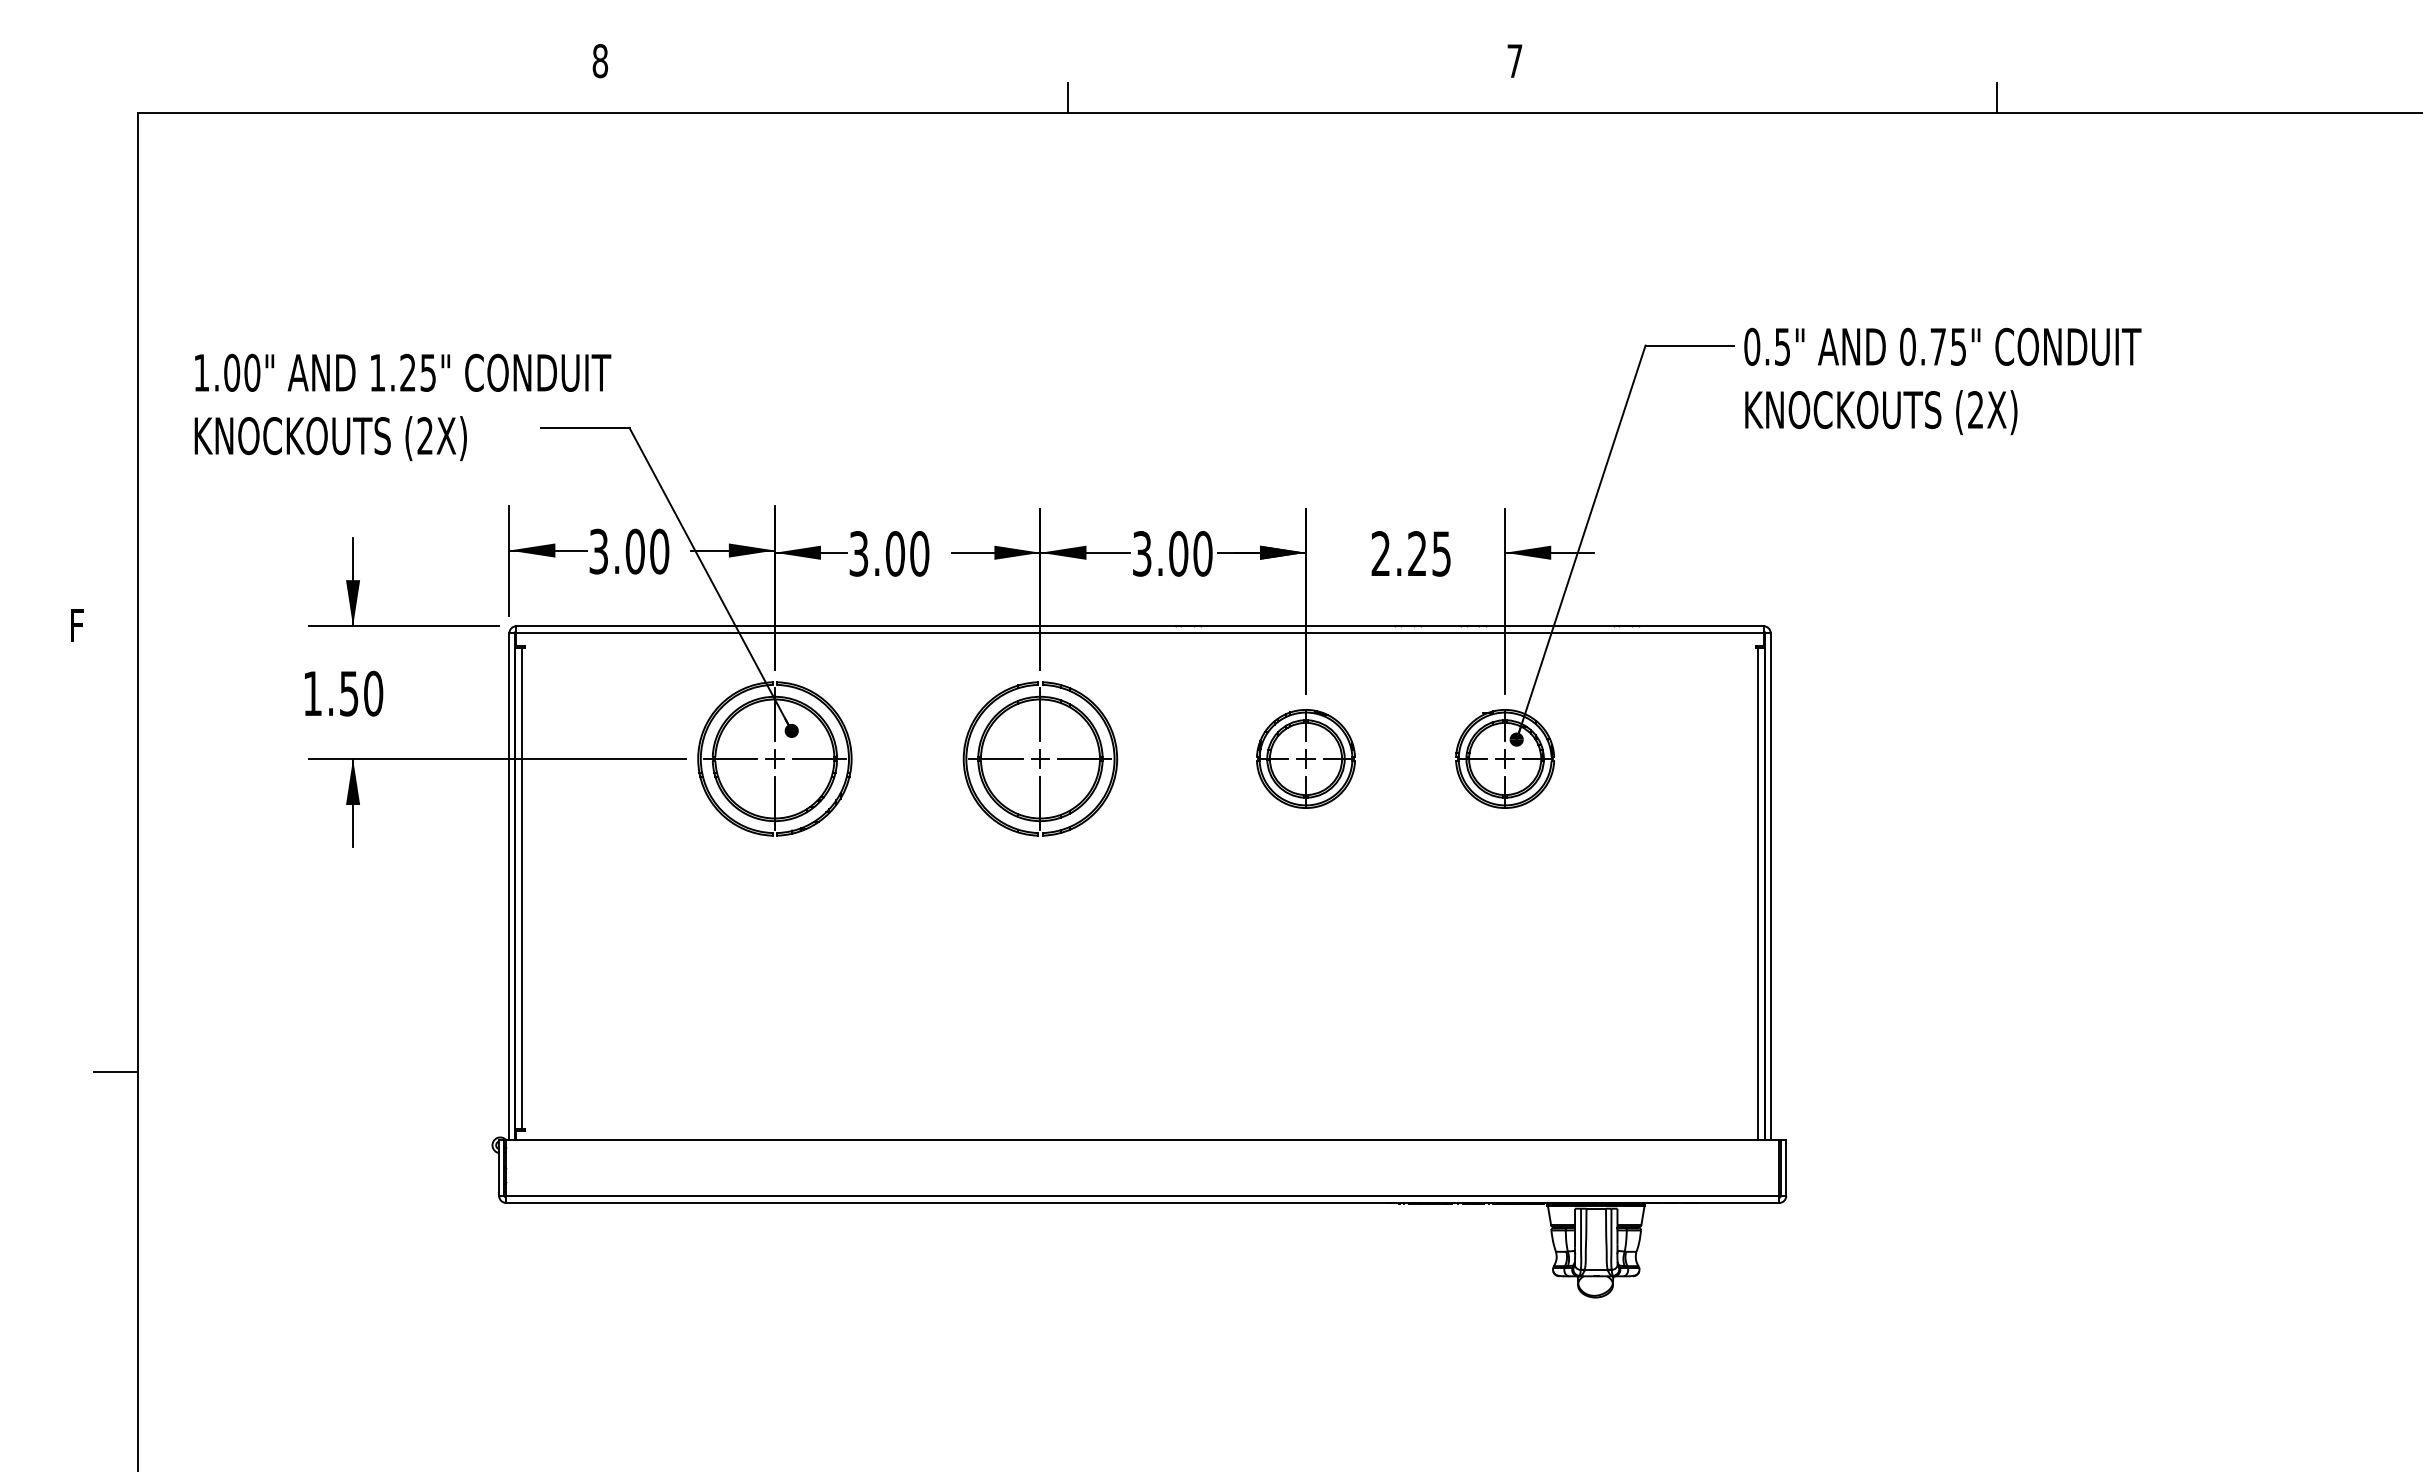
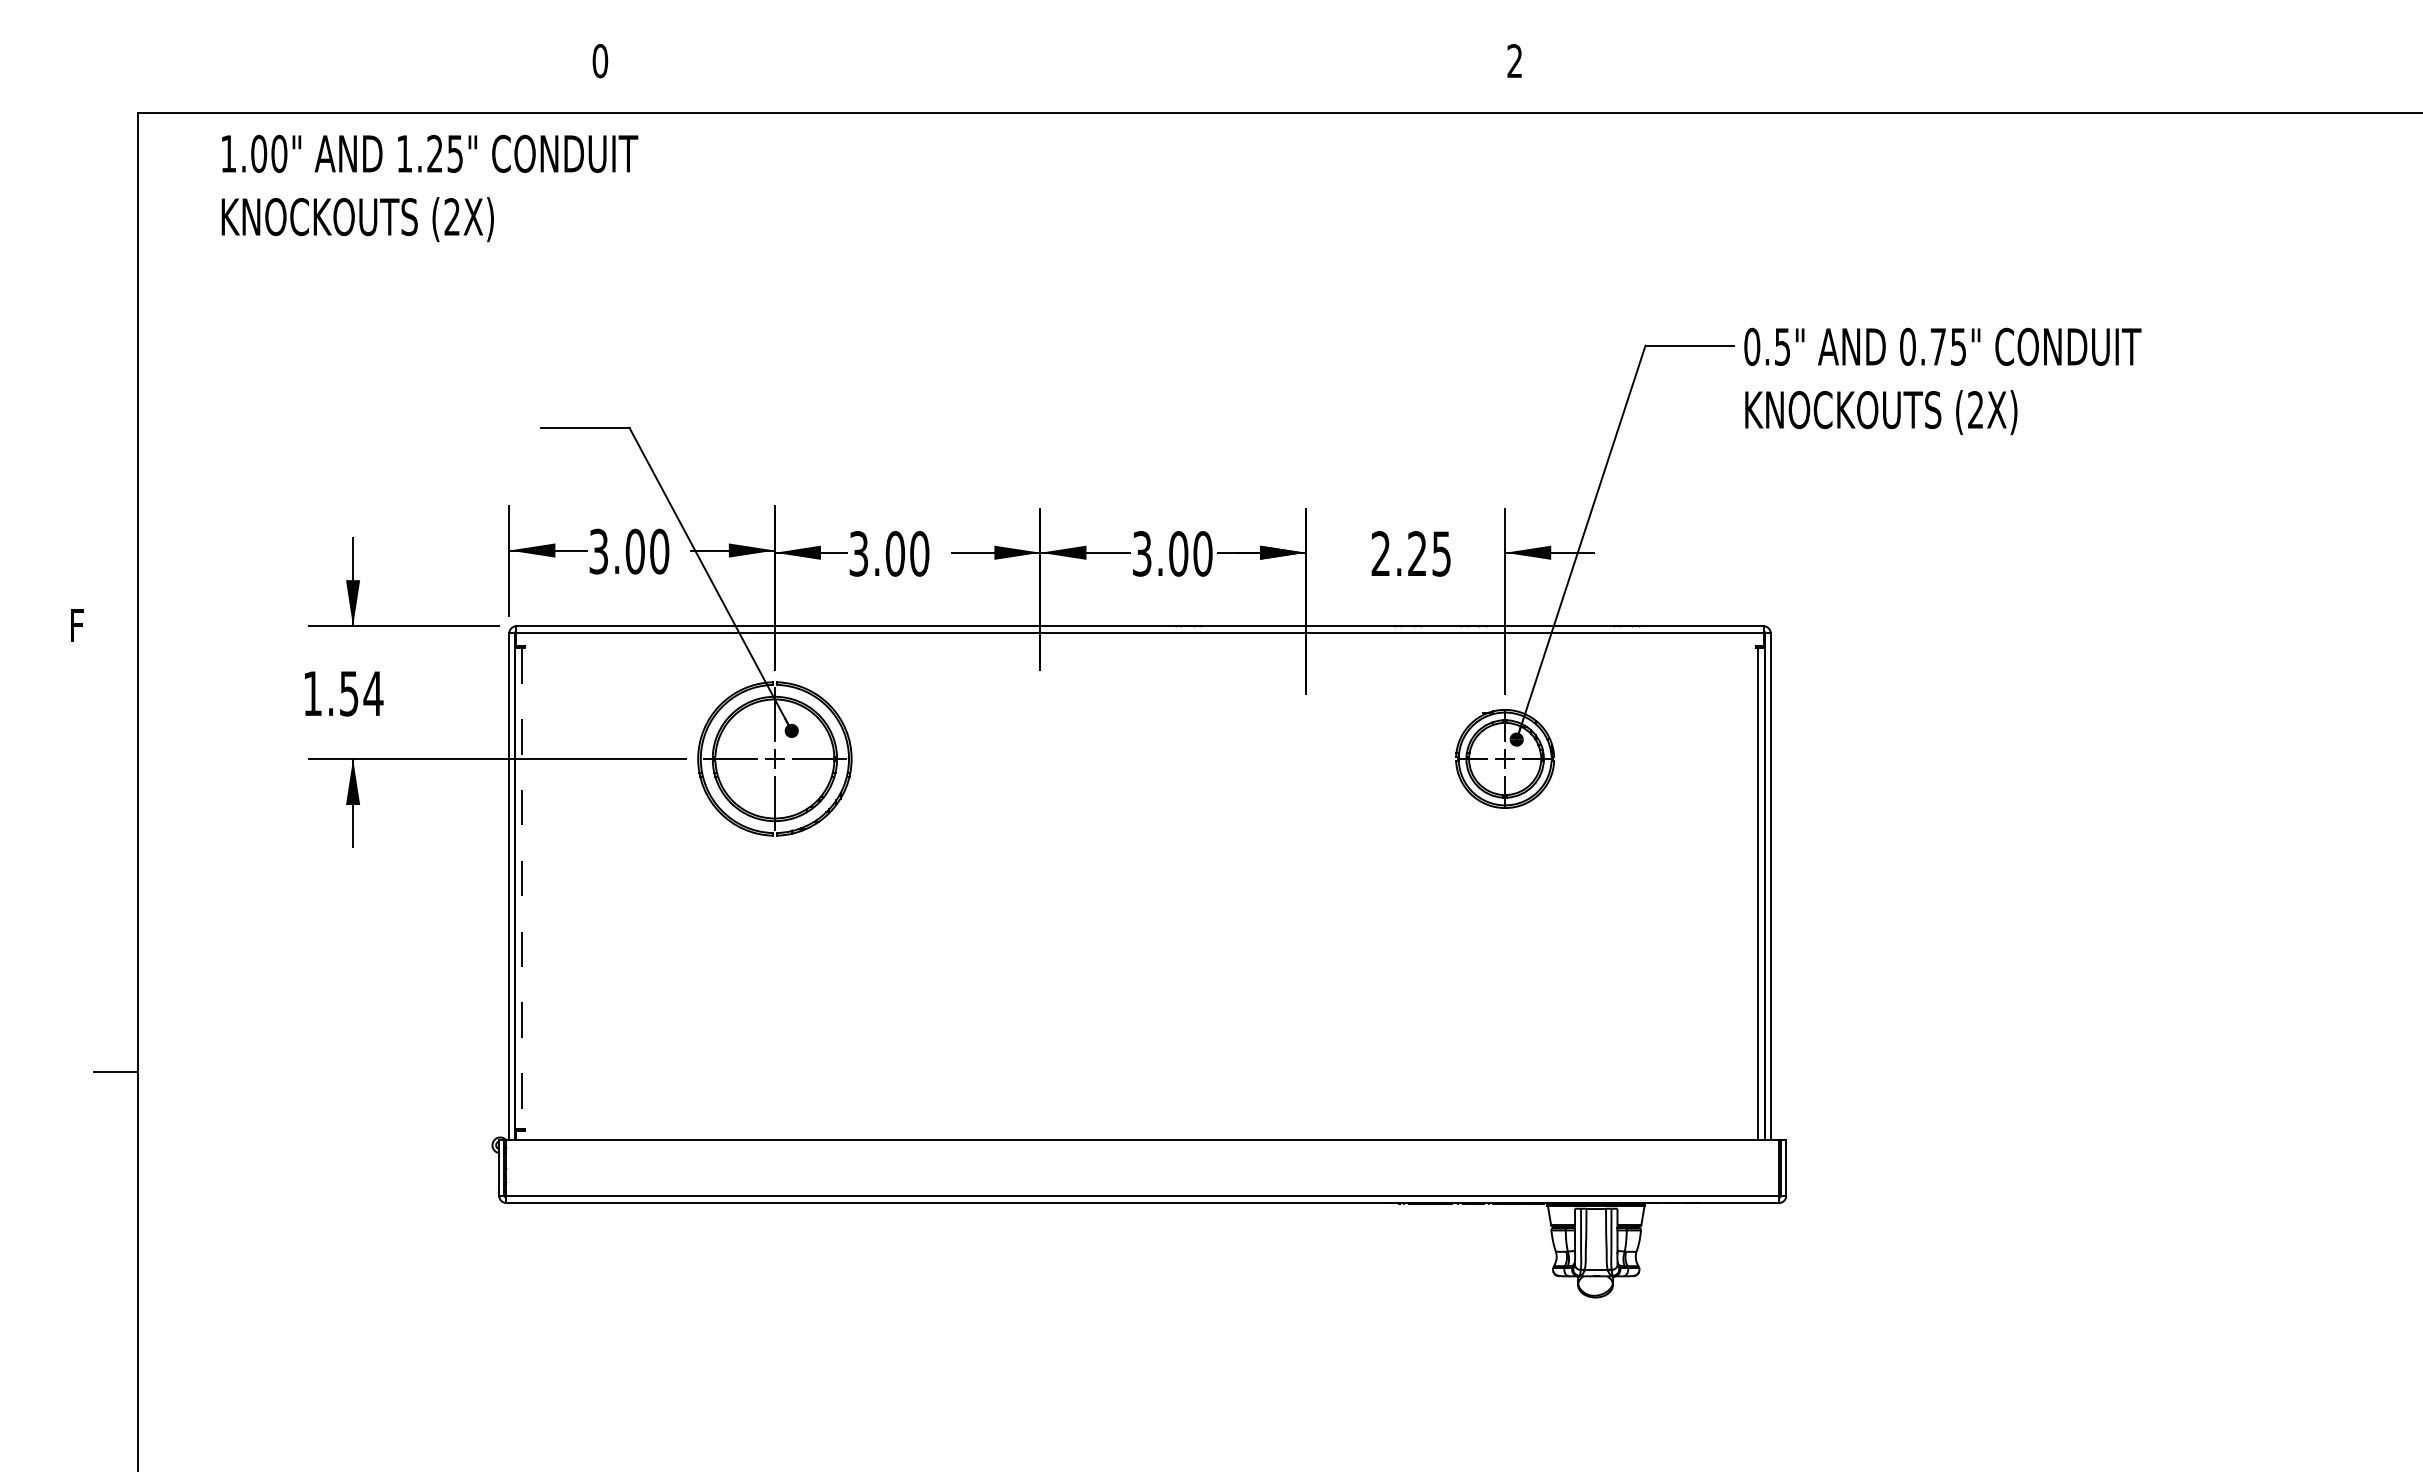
text at (600, 60): 8 -> 0
text at (1514, 60): 7 -> 2
line at (1067, 97): present -> none
line at (1997, 97): present -> none
text at (402, 407) position: (402, 407) -> (429, 188)
text at (373, 693): 1.50 -> 1.54
part at (1040, 758): present -> none
part at (1305, 758): present -> none
line at (521, 888): solid -> dashed
